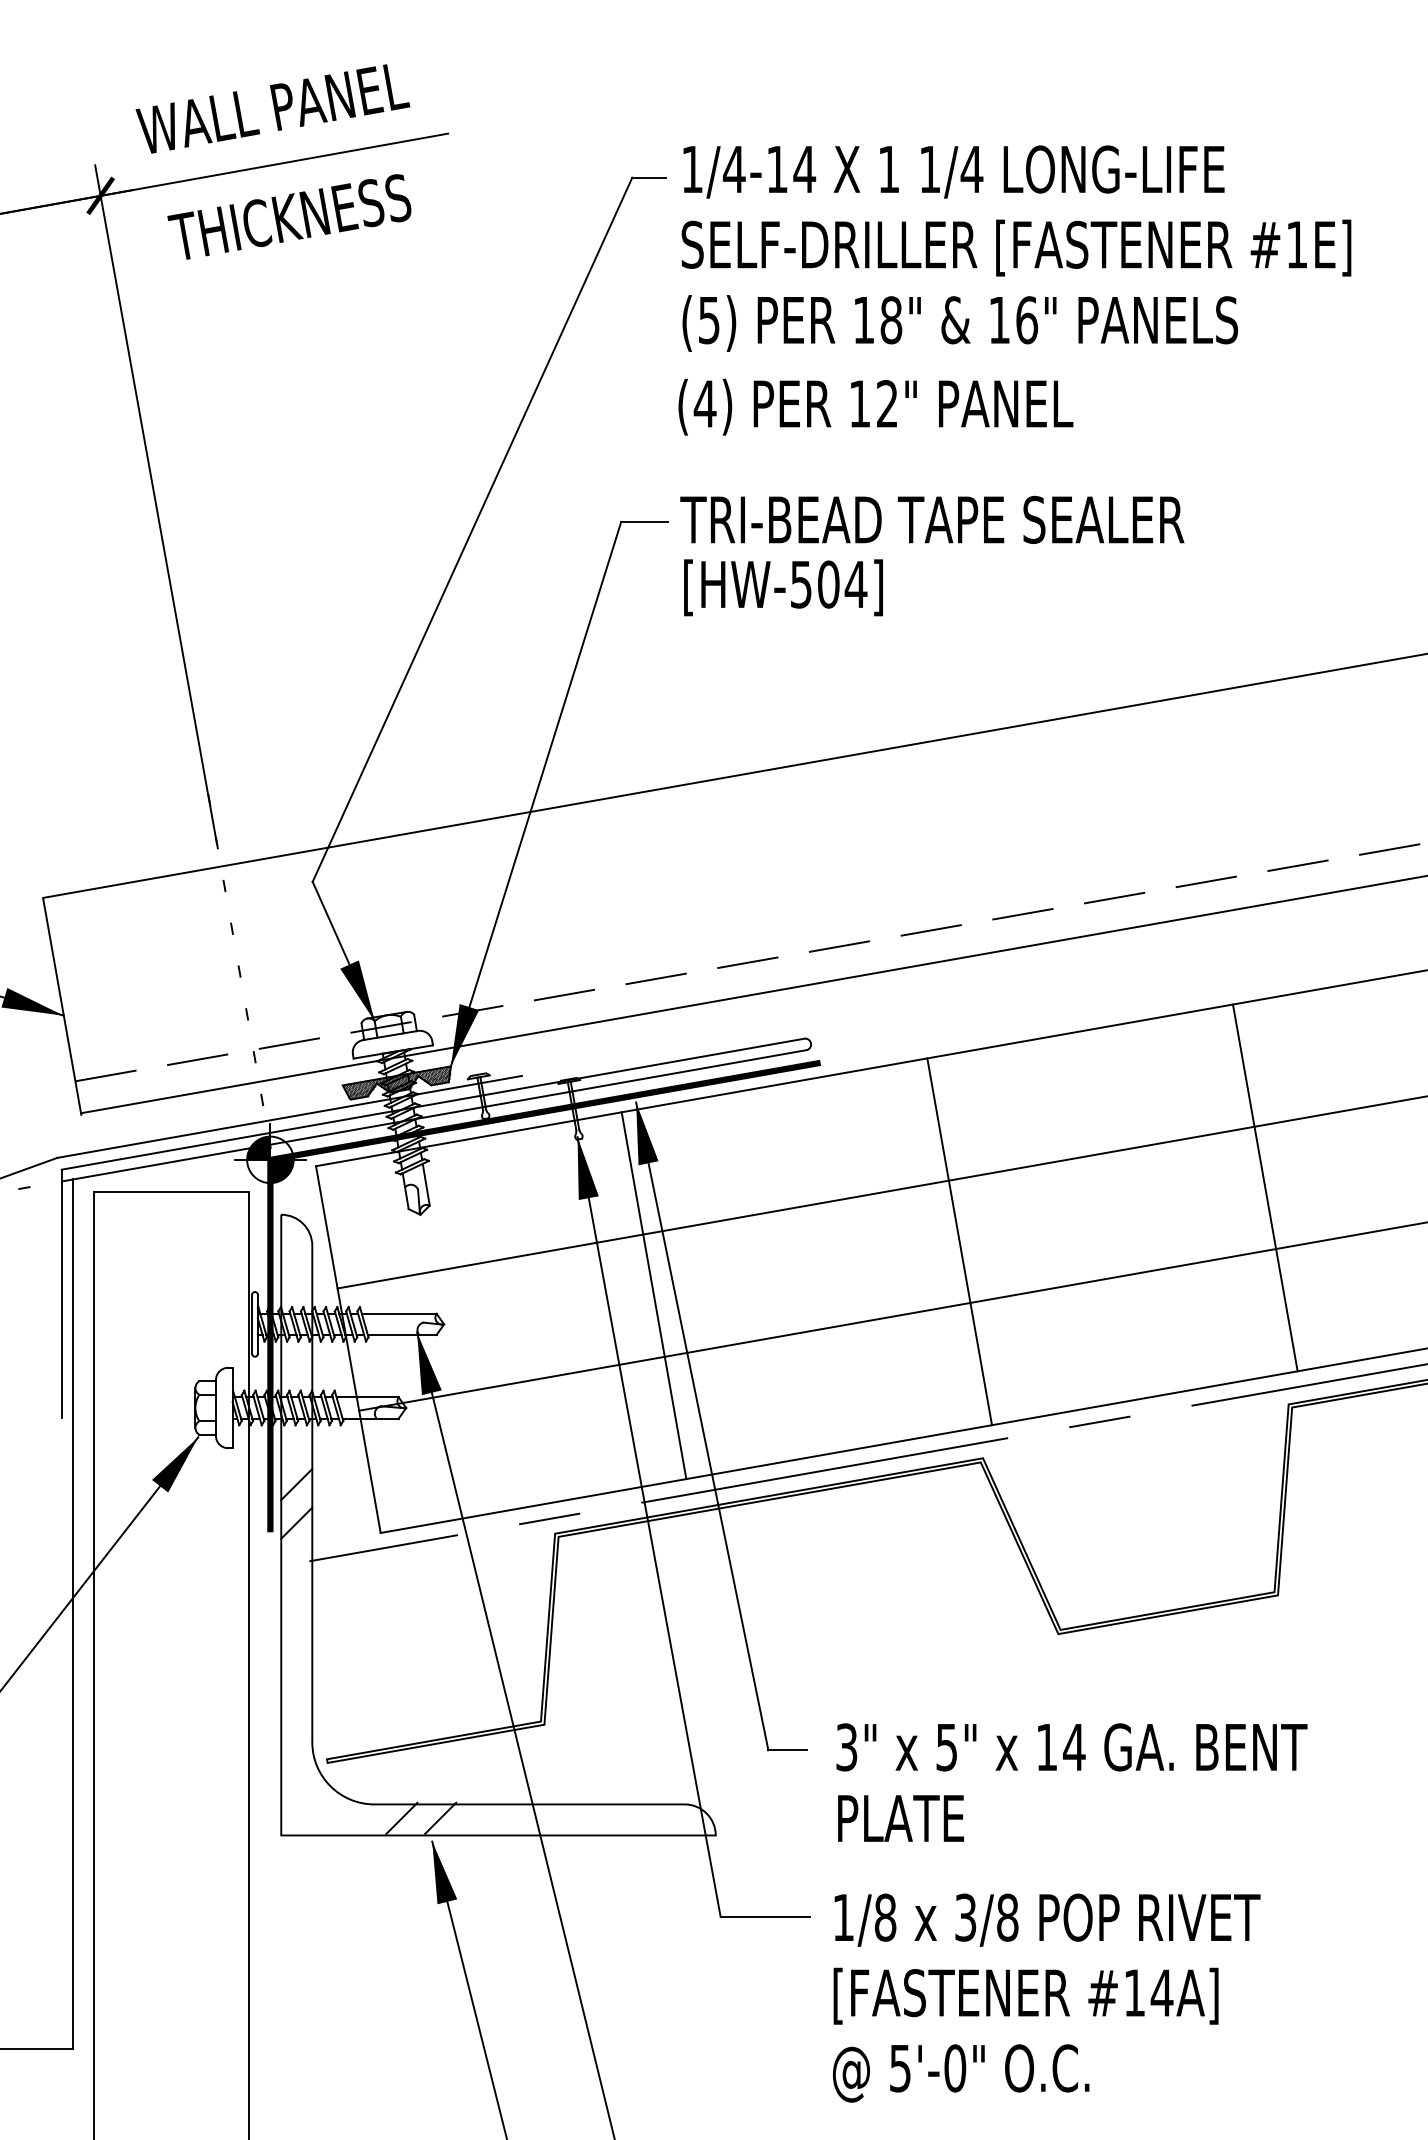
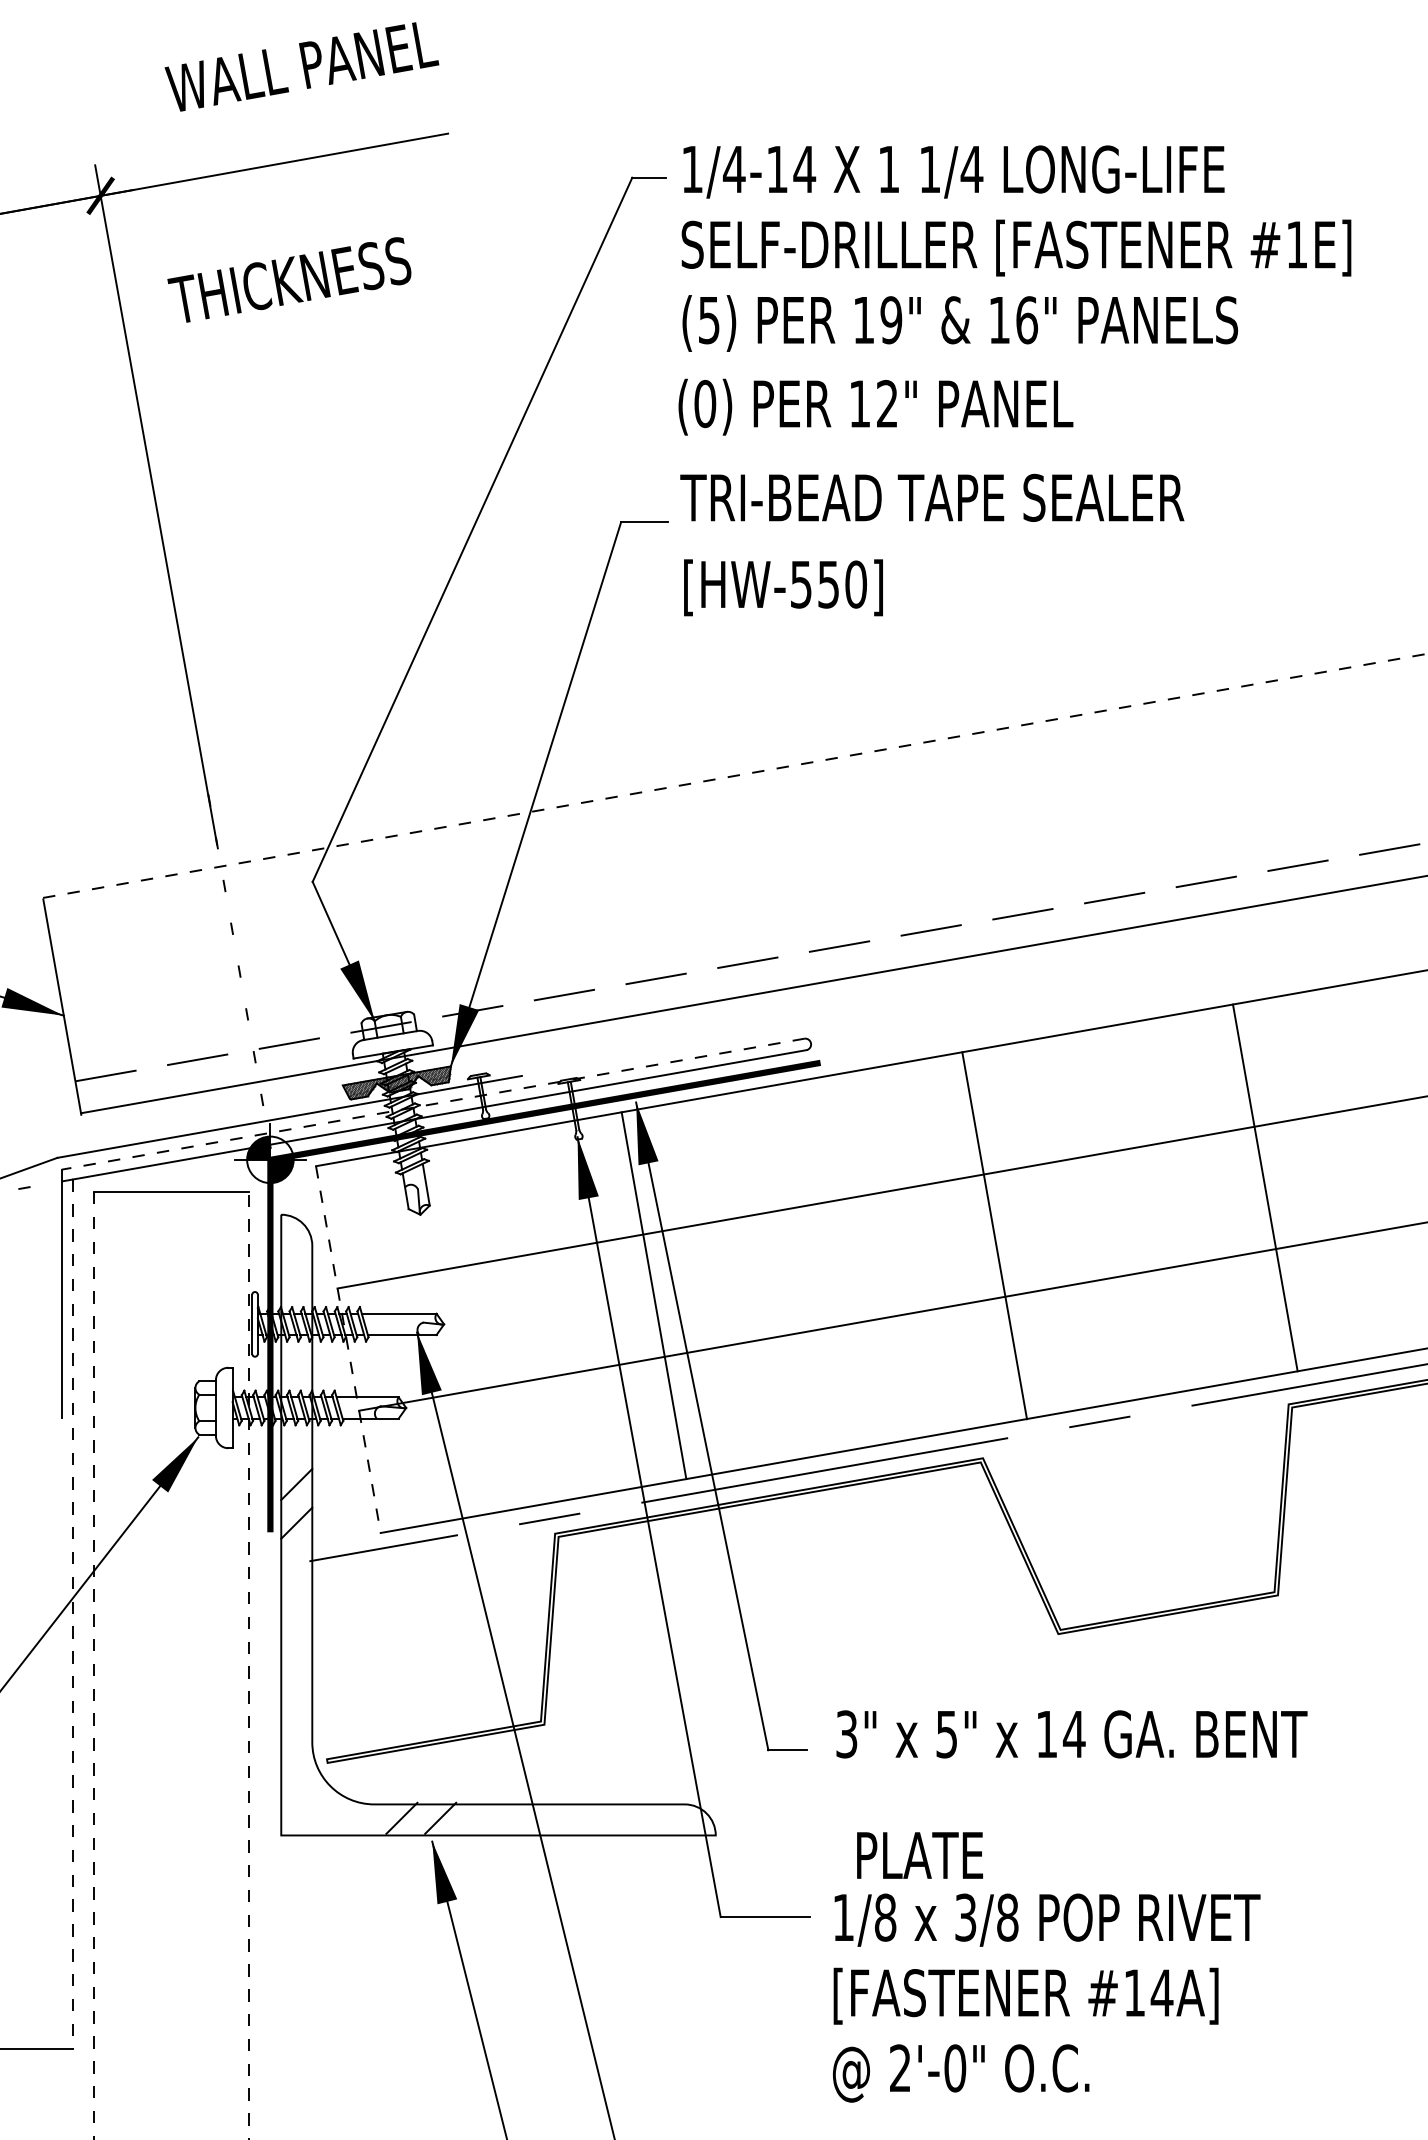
text at (272, 108) position: (272, 108) -> (301, 66)
text at (289, 216) position: (289, 216) -> (289, 279)
text at (891, 320): 18" -> 19"
text at (704, 403): (4) -> (0)
text at (932, 519) position: (932, 519) -> (932, 497)
text at (842, 584): [HW-504] -> [HW-550]
line at (735, 775): solid -> dashed
line at (432, 1104): solid -> dashed
line at (959, 1241) position: (959, 1241) -> (994, 1235)
line at (348, 1350): solid -> dashed
line at (73, 1614): solid -> dashed
line at (93, 1665): solid -> dashed
line at (249, 1665): solid -> dashed
text at (1071, 1747) position: (1071, 1747) -> (1071, 1734)
text at (900, 1818) position: (900, 1818) -> (919, 1855)
text at (900, 2068): 5'-0" -> 2'-0"
